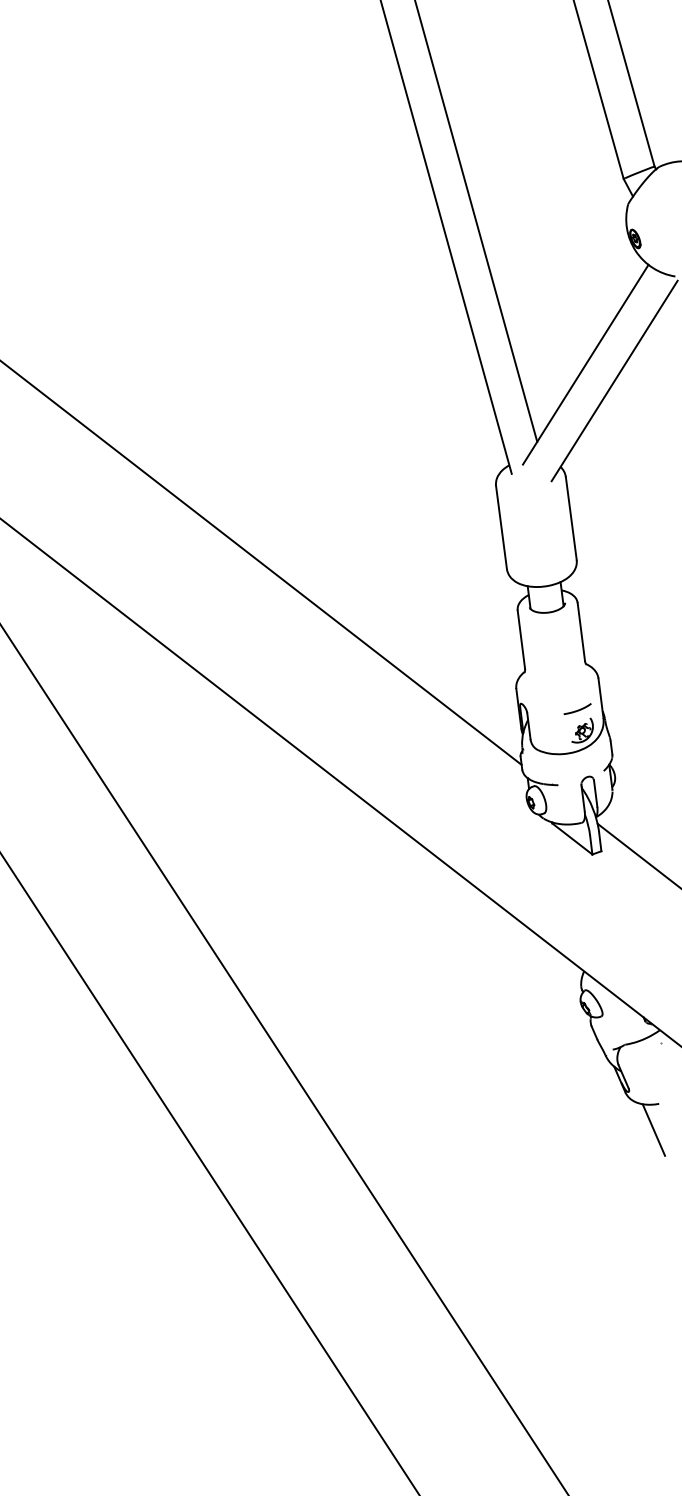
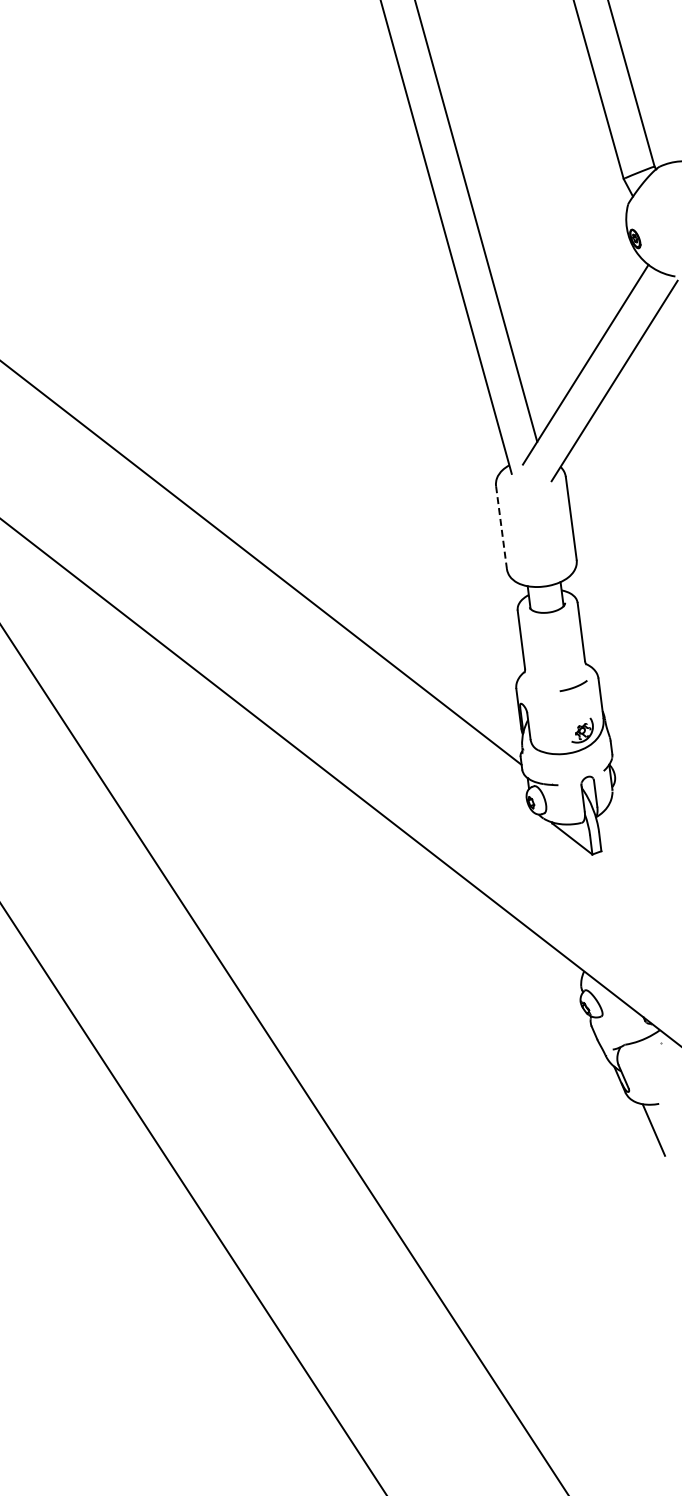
line at (501, 527): solid -> dashed
curve at (577, 709) position: (577, 709) -> (573, 686)
line at (637, 854): present -> none
line at (209, 1173) position: (209, 1173) -> (193, 1199)
